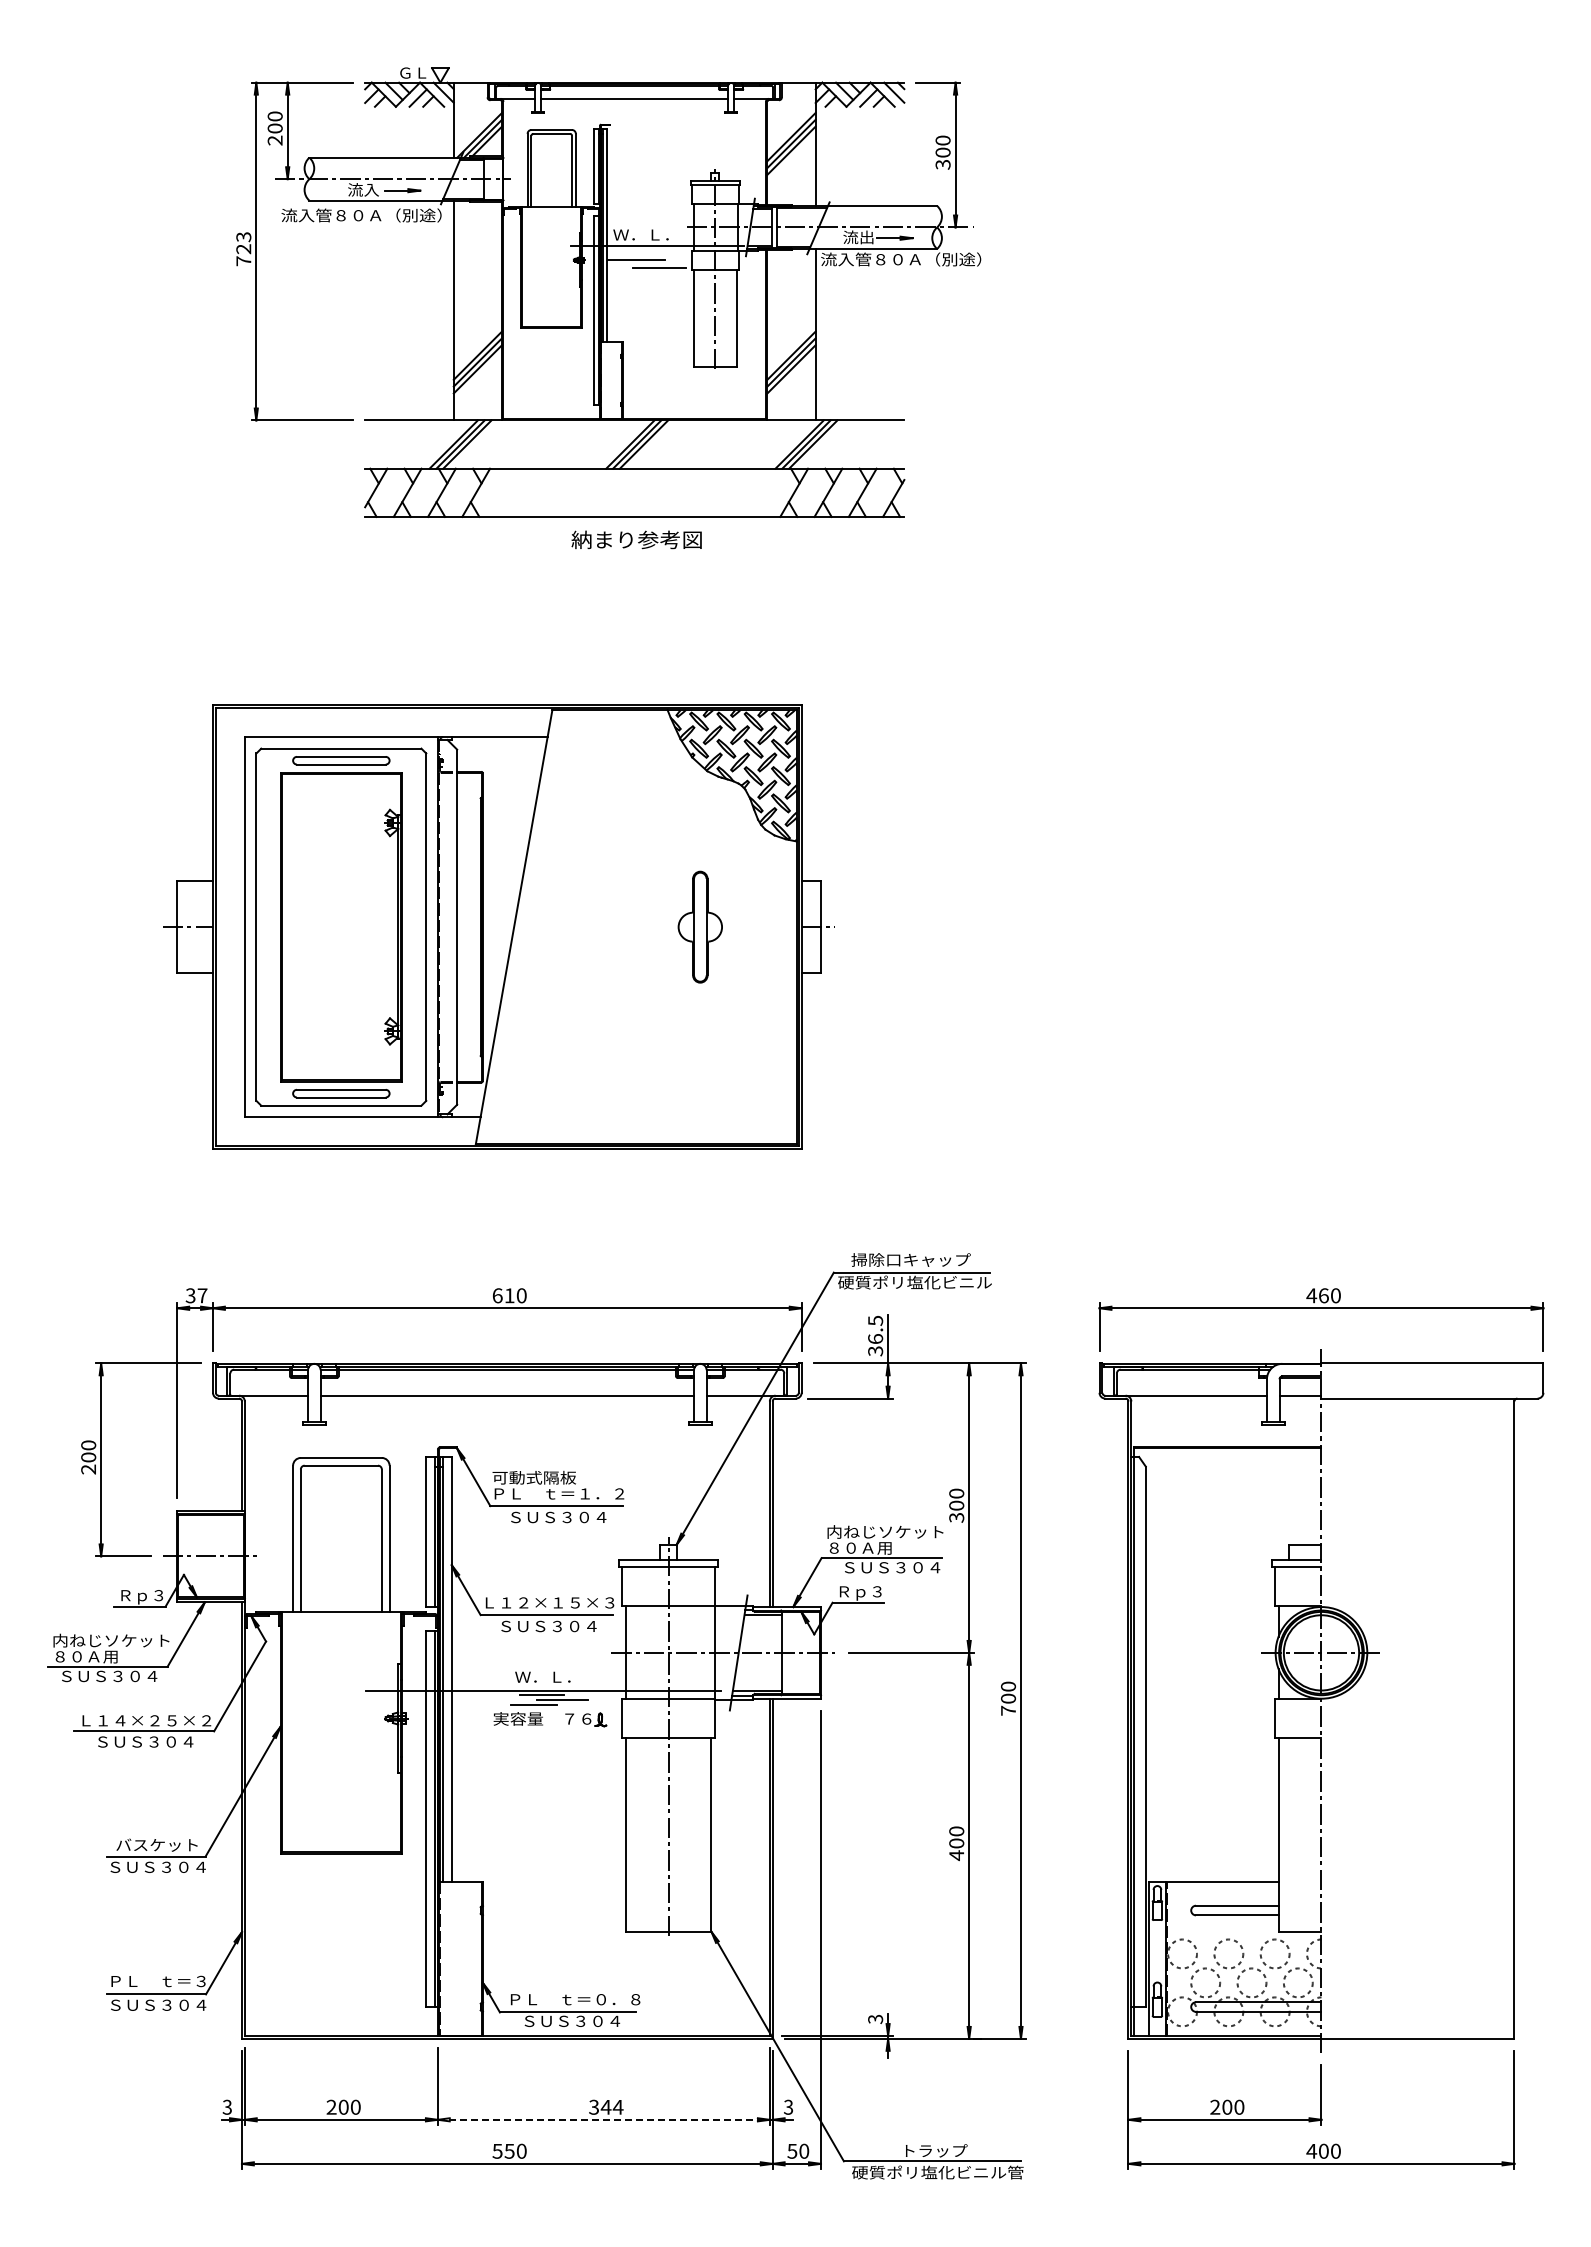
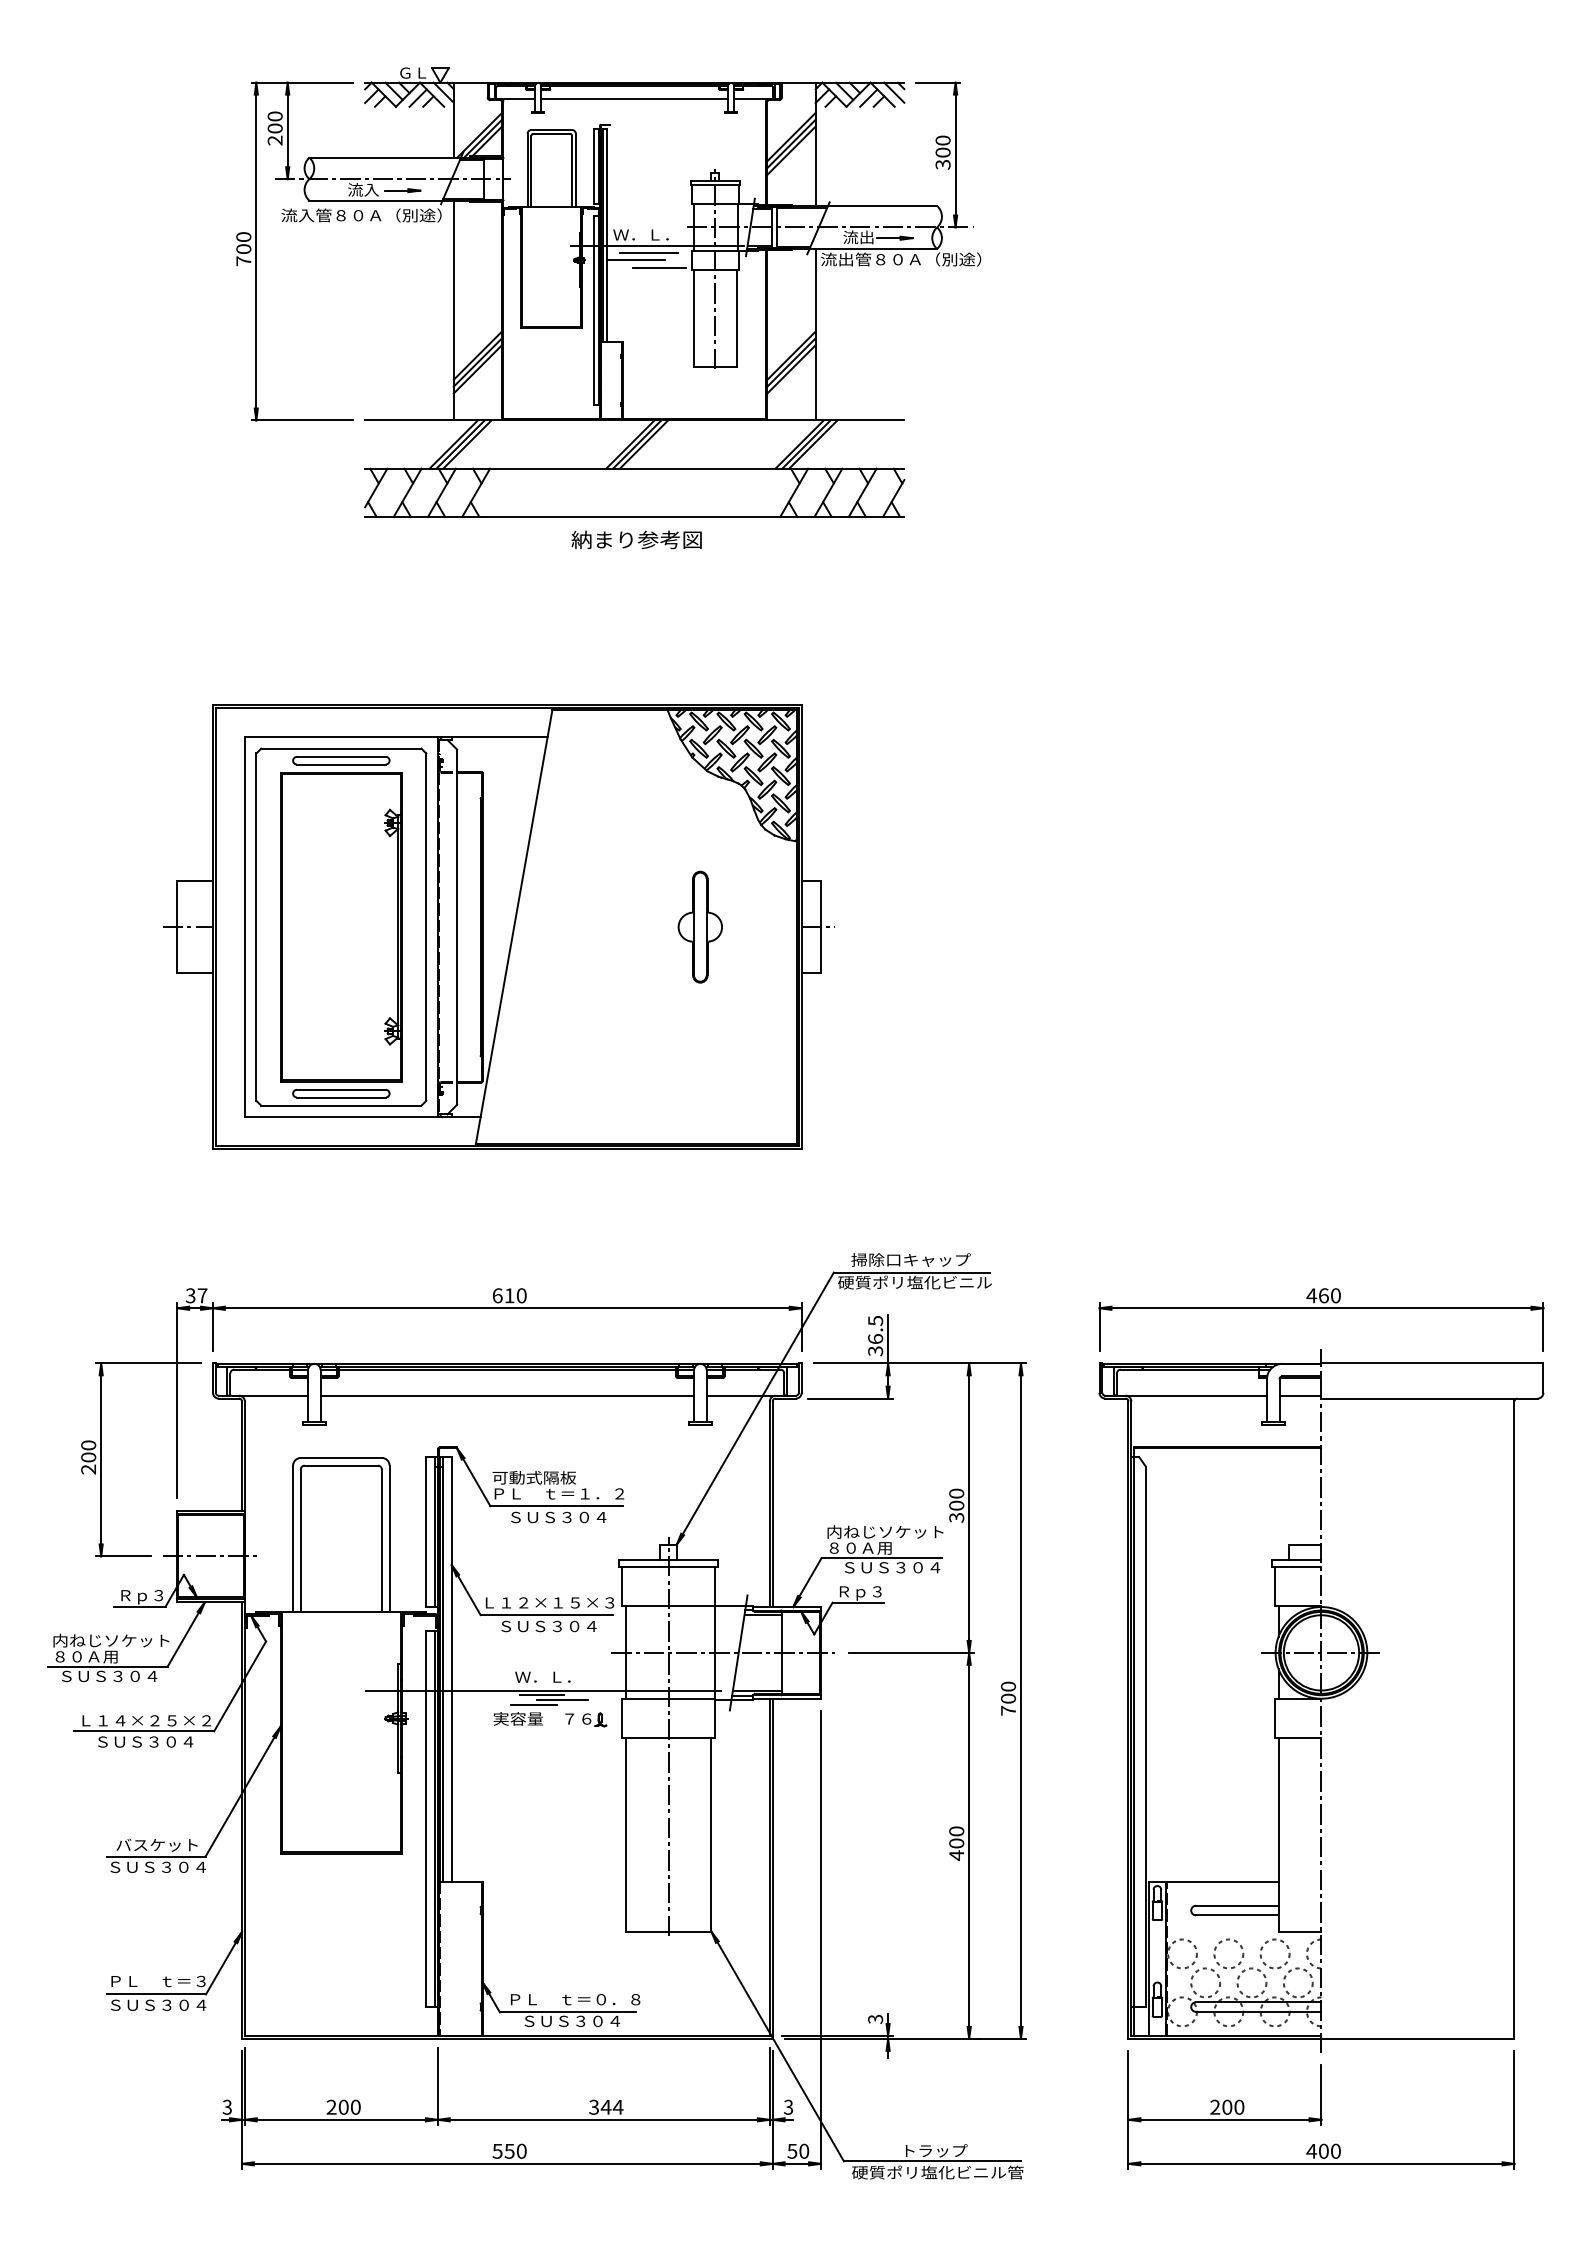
text at (243, 243): 723 -> 700
line at (648, 253): none -> present
text at (845, 259): 流入管８０Ａ（別途） -> 流出管８０Ａ（別途）
line at (603, 2119): dashed -> solid
